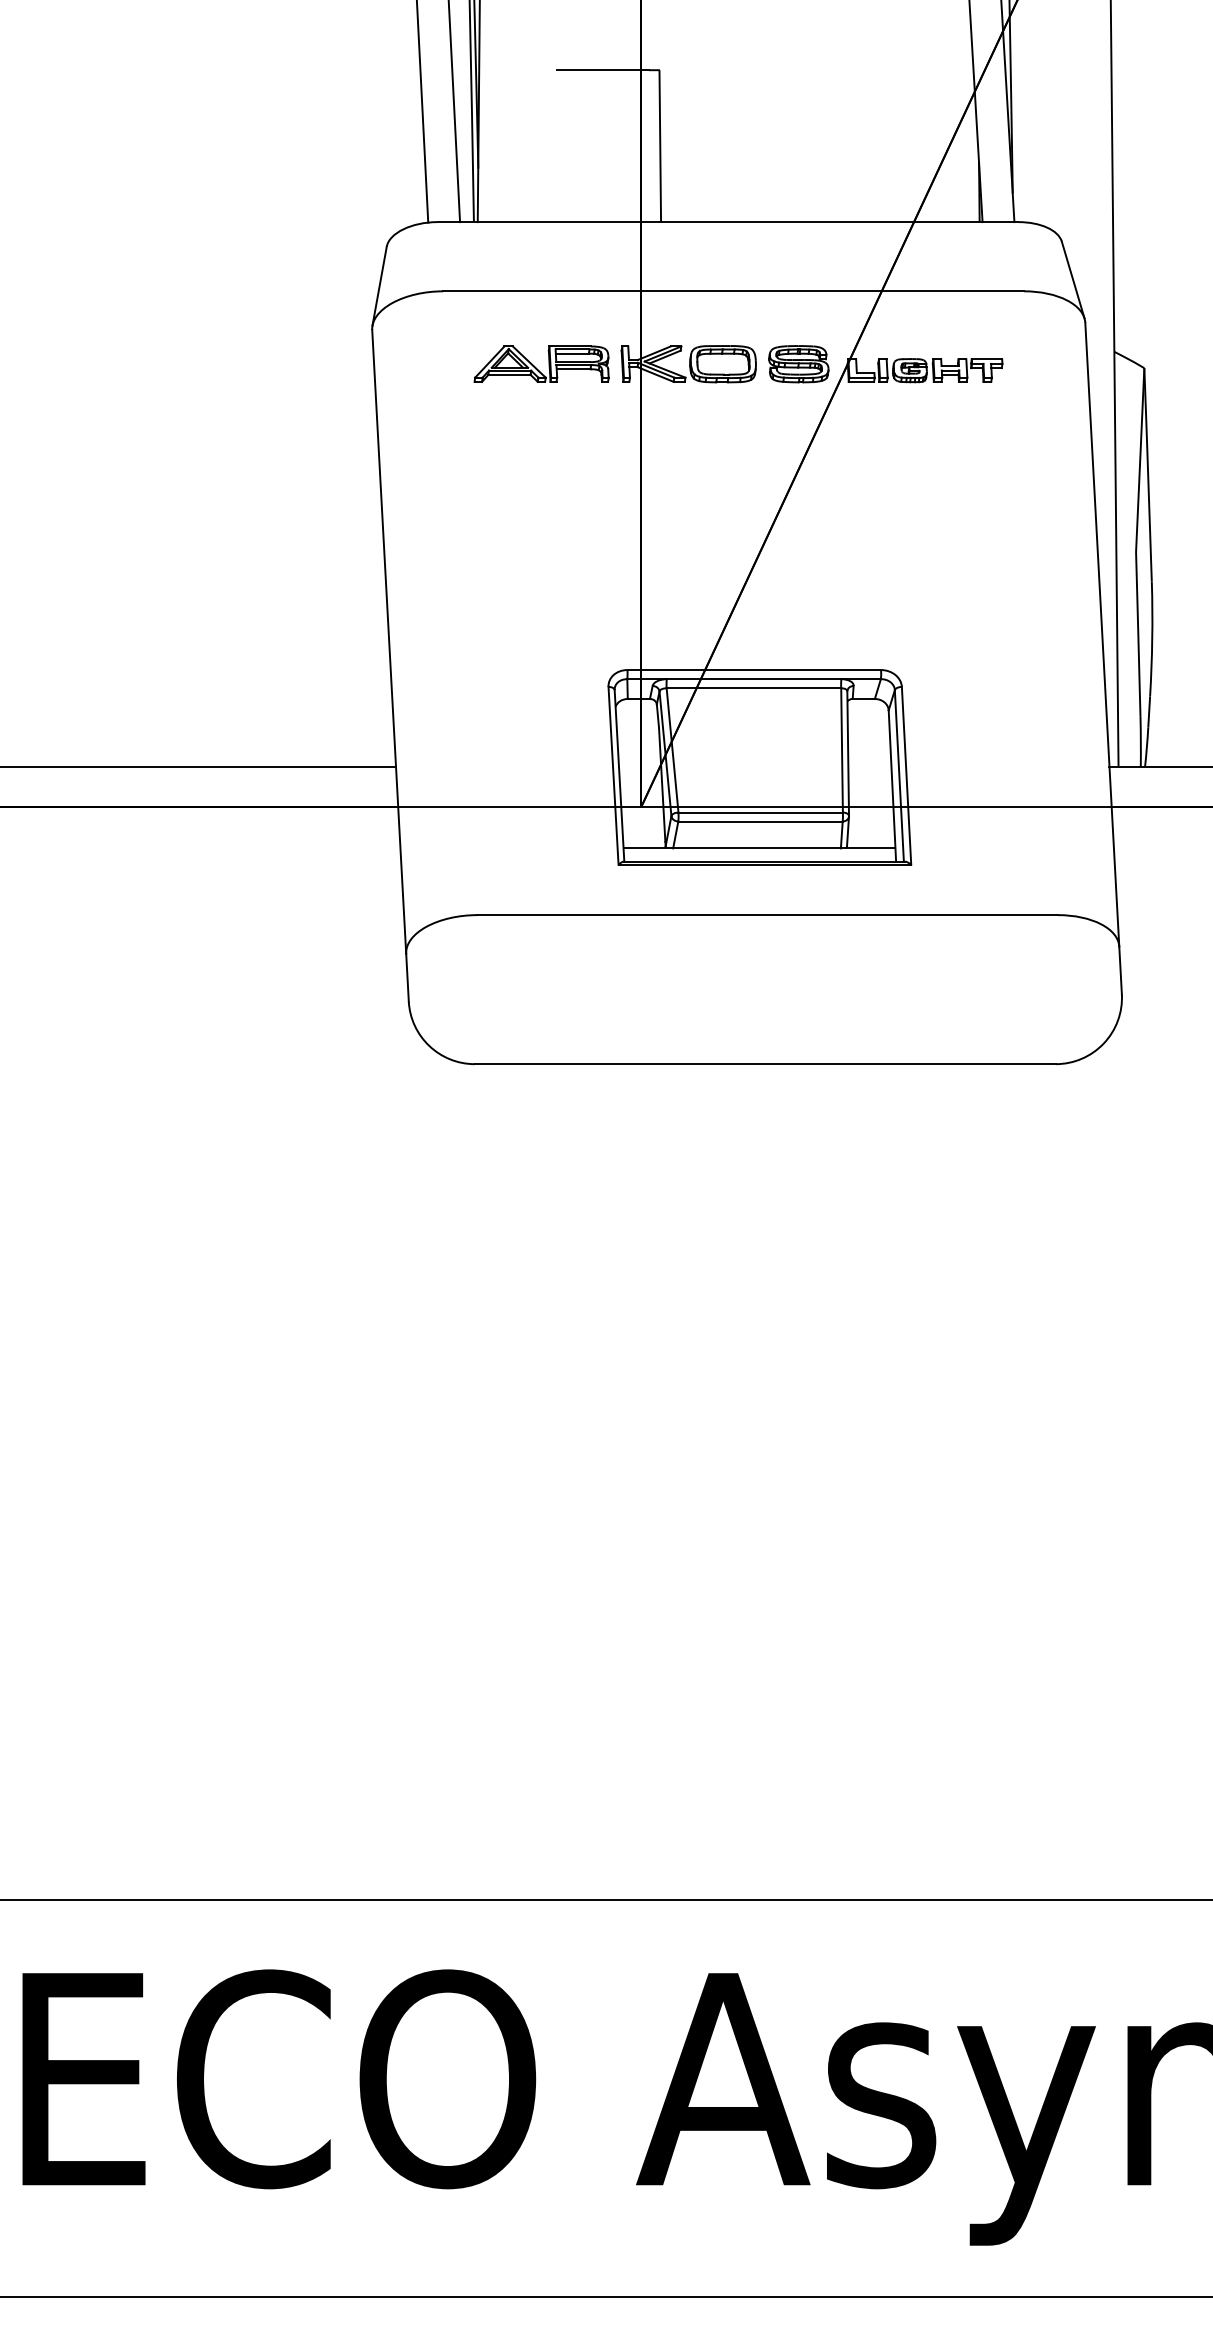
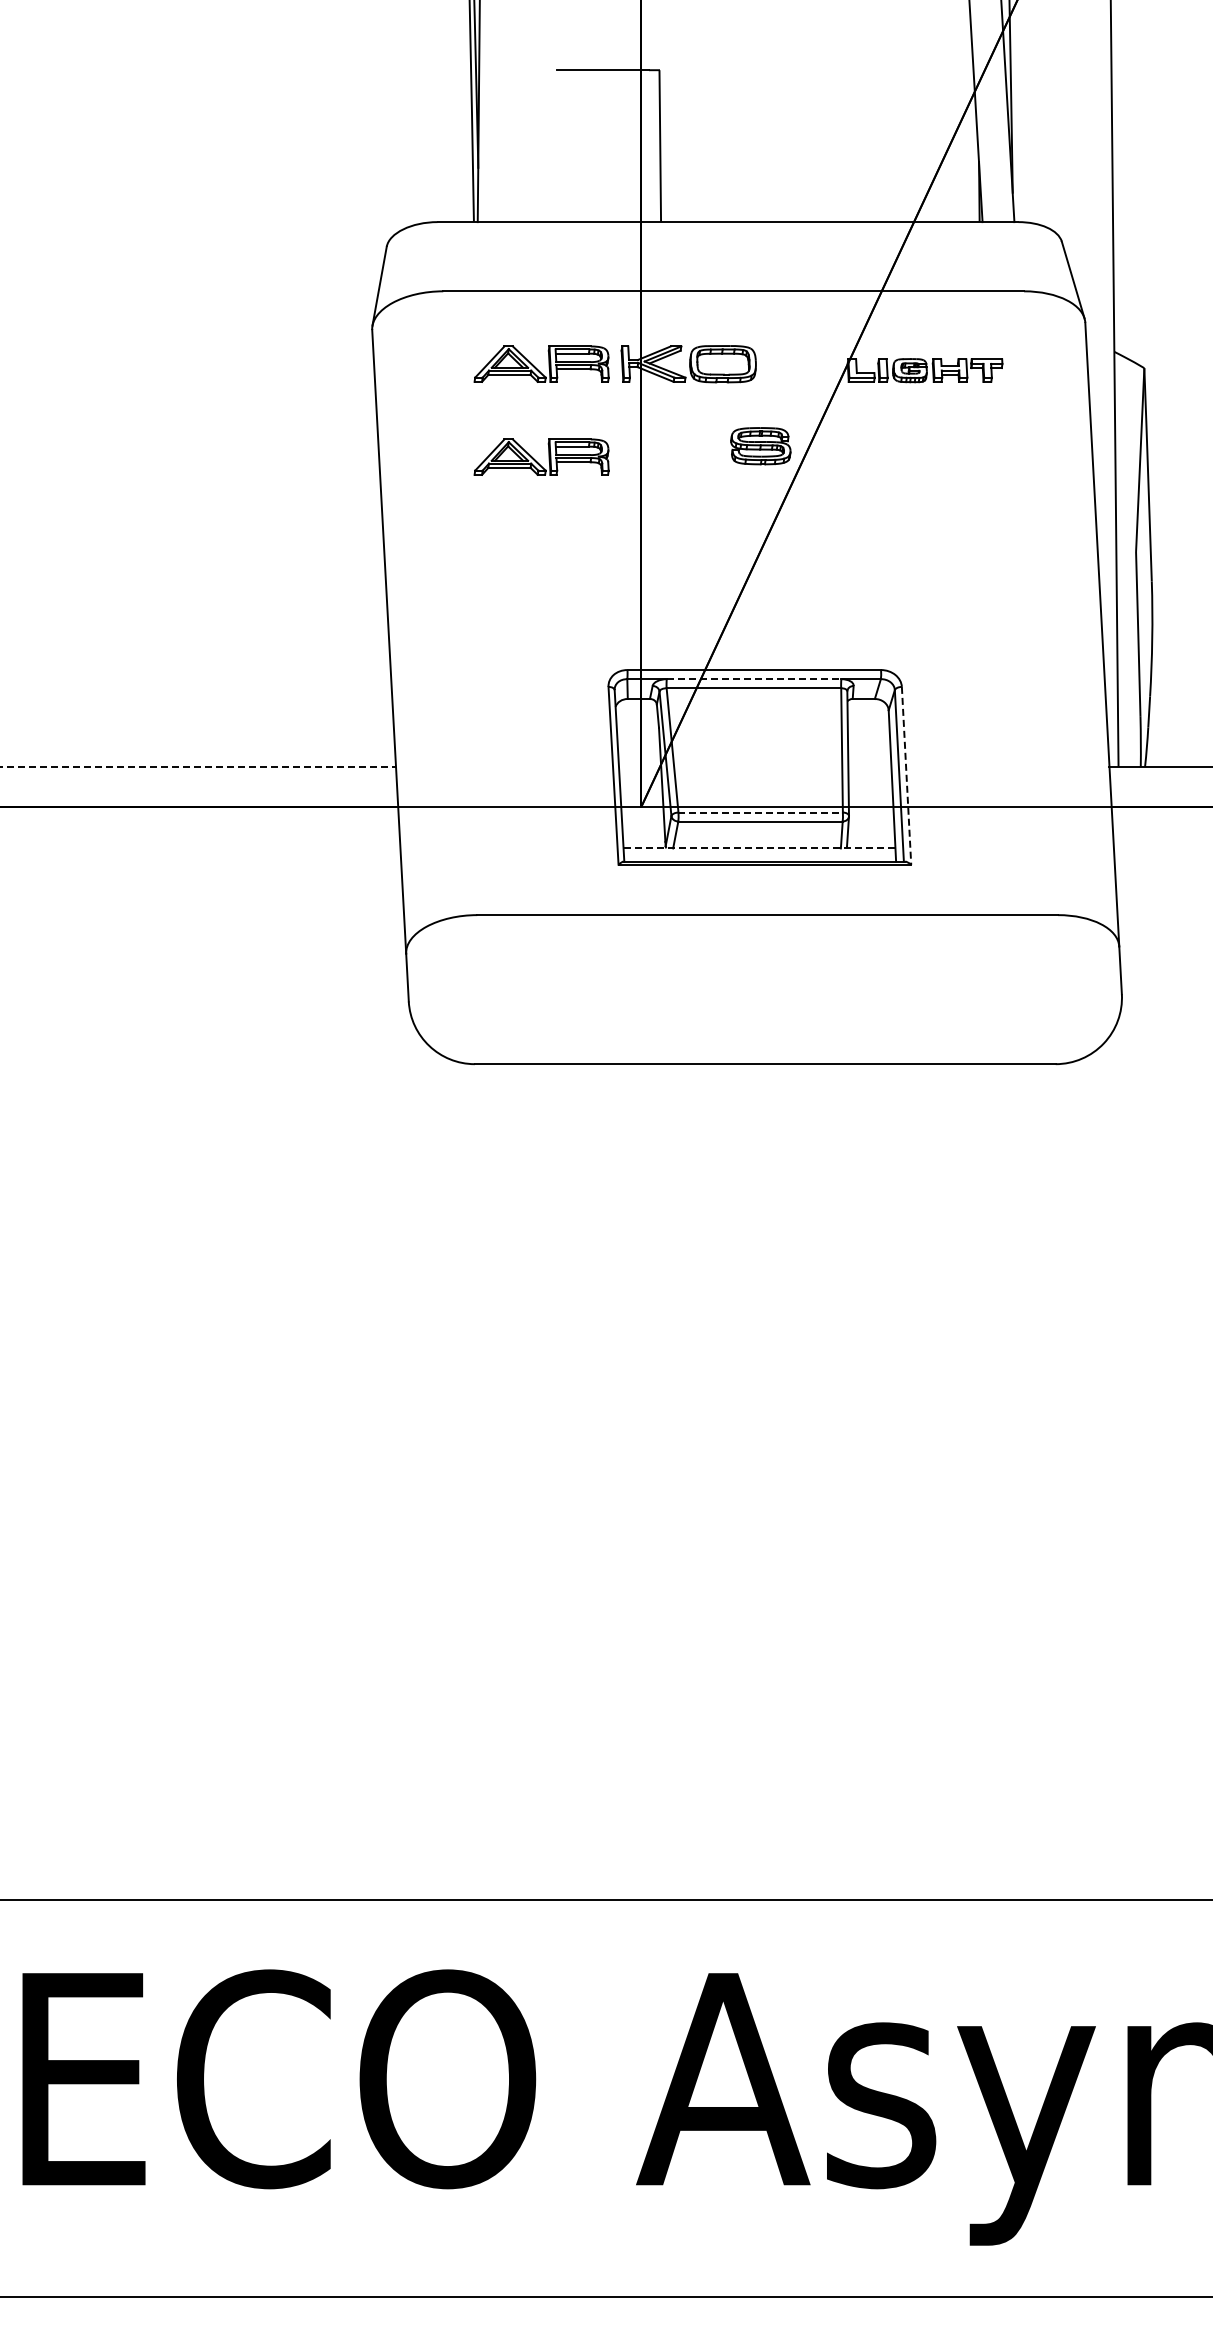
line at (422, 112): present -> none
line at (454, 112): present -> none
part at (798, 364) position: (798, 364) -> (760, 446)
part at (536, 460): none -> present
line at (754, 679): solid -> dashed
line at (197, 767): solid -> dashed
line at (906, 776): solid -> dashed
line at (761, 812): solid -> dashed
line at (759, 848): solid -> dashed
